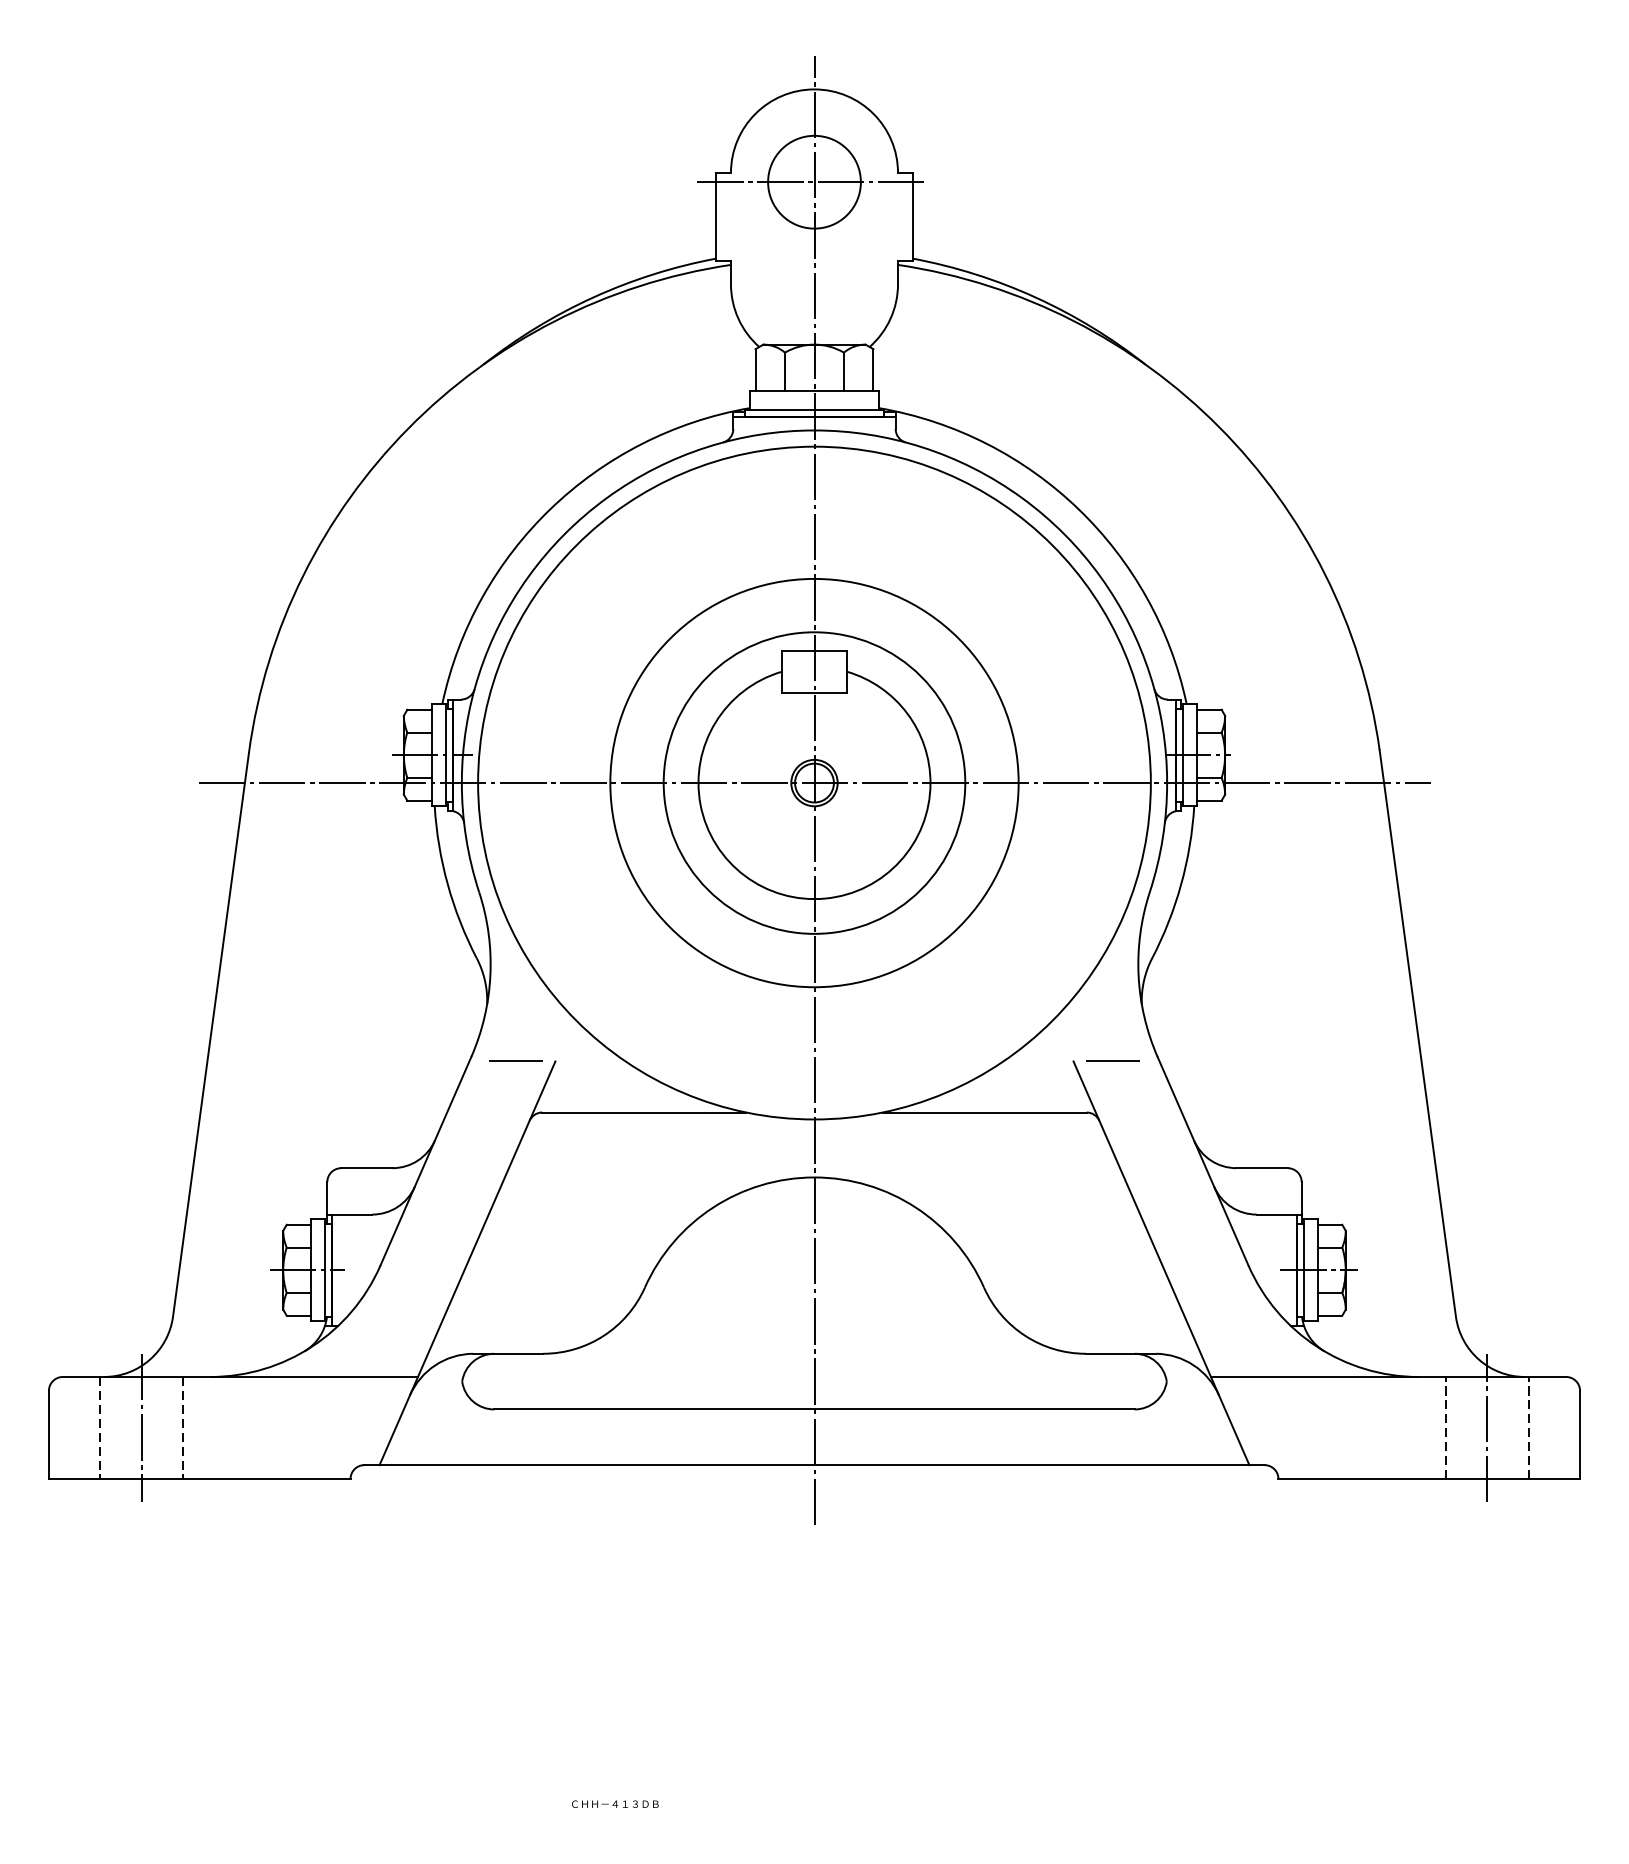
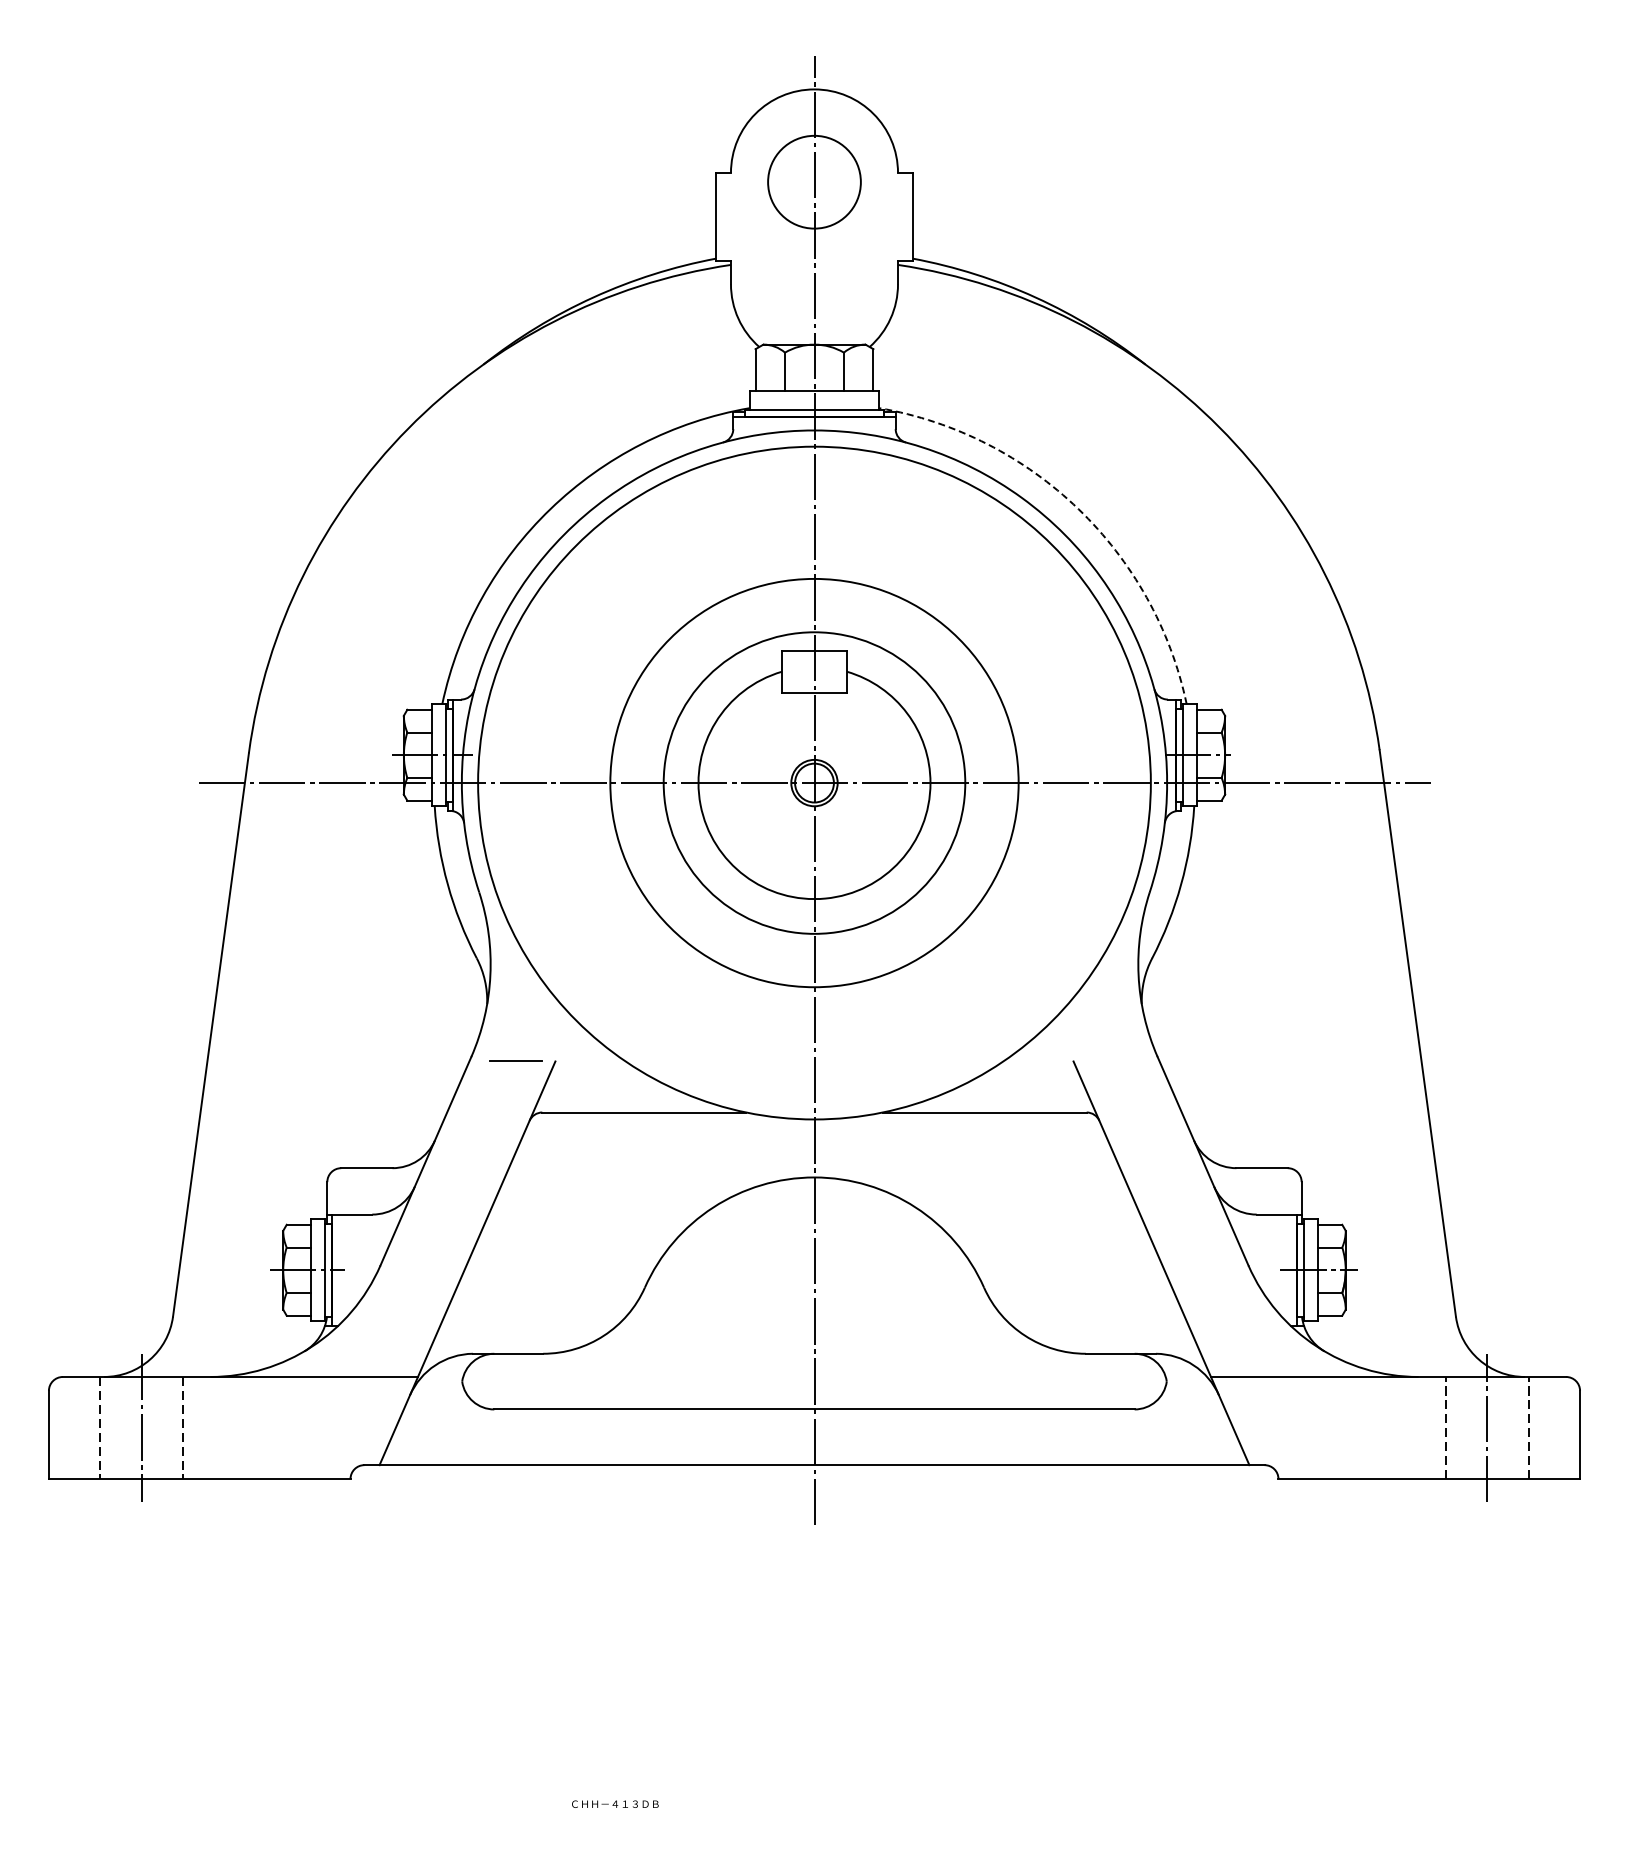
line at (811, 182): present -> none
arc at (1078, 509): solid -> dashed
line at (1112, 1061): present -> none
